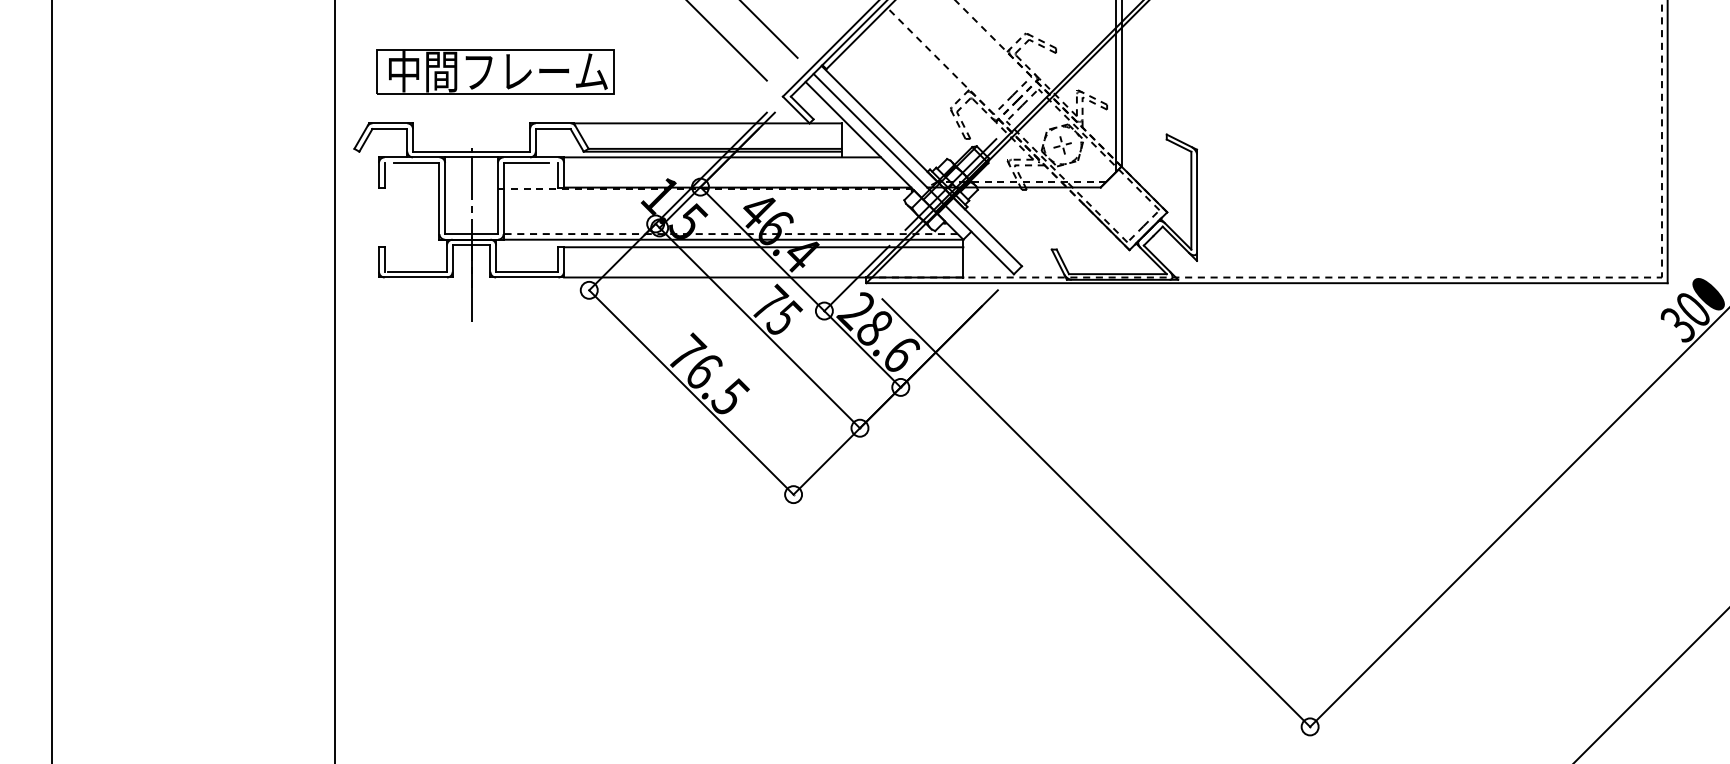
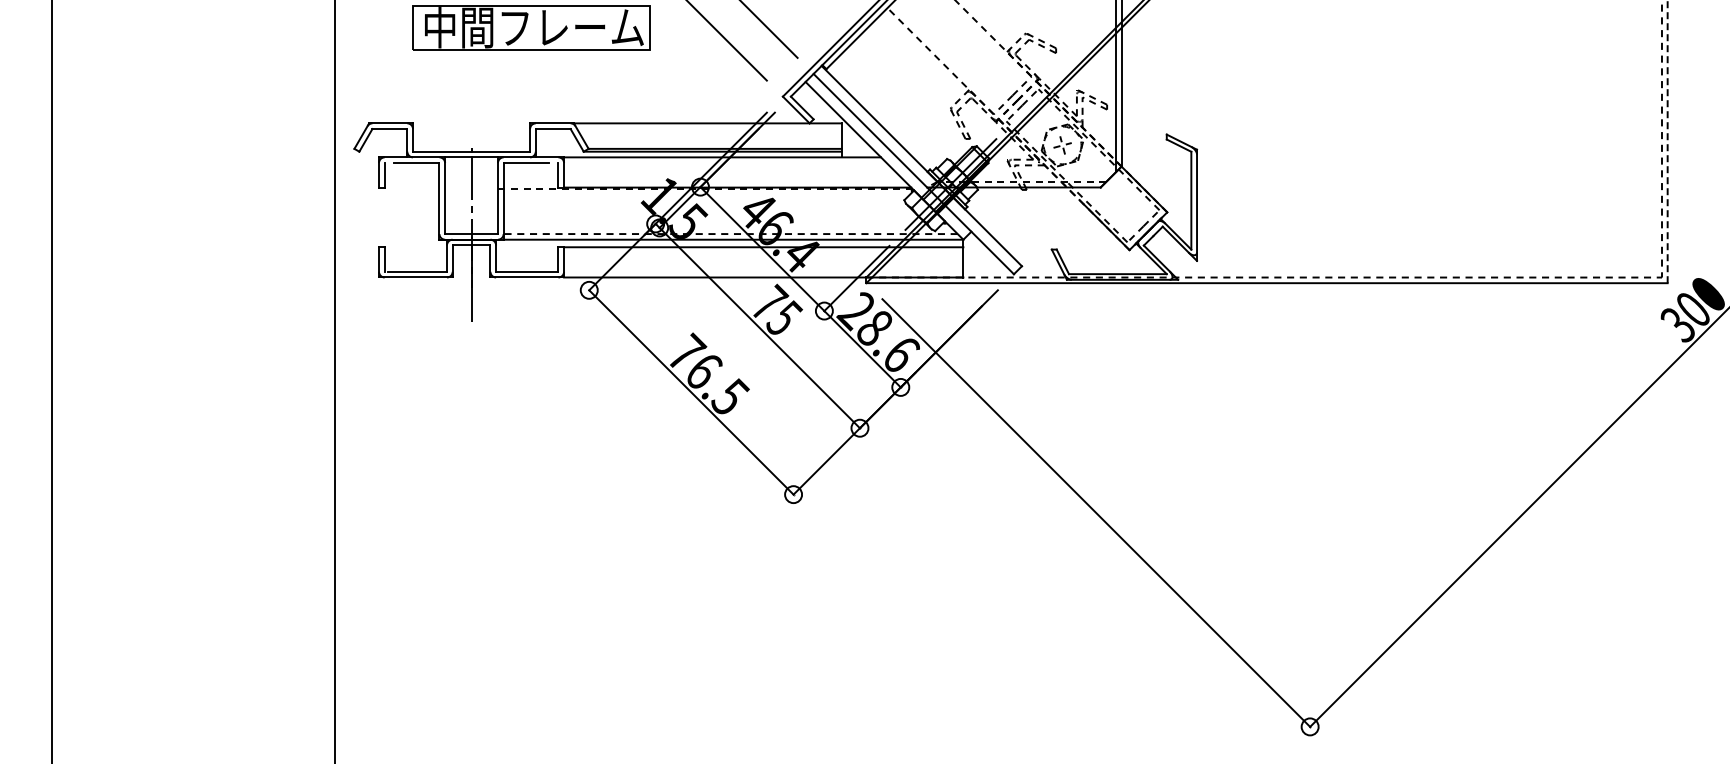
part at (495, 71) position: (495, 71) -> (531, 27)
line at (1667, 141): solid -> dashed
line at (1651, 685): present -> none
